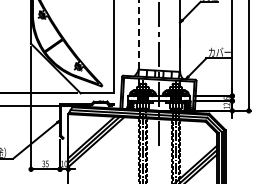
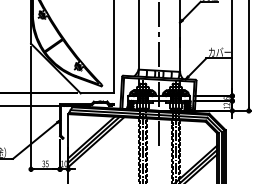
line at (138, 35): dashed -> solid
